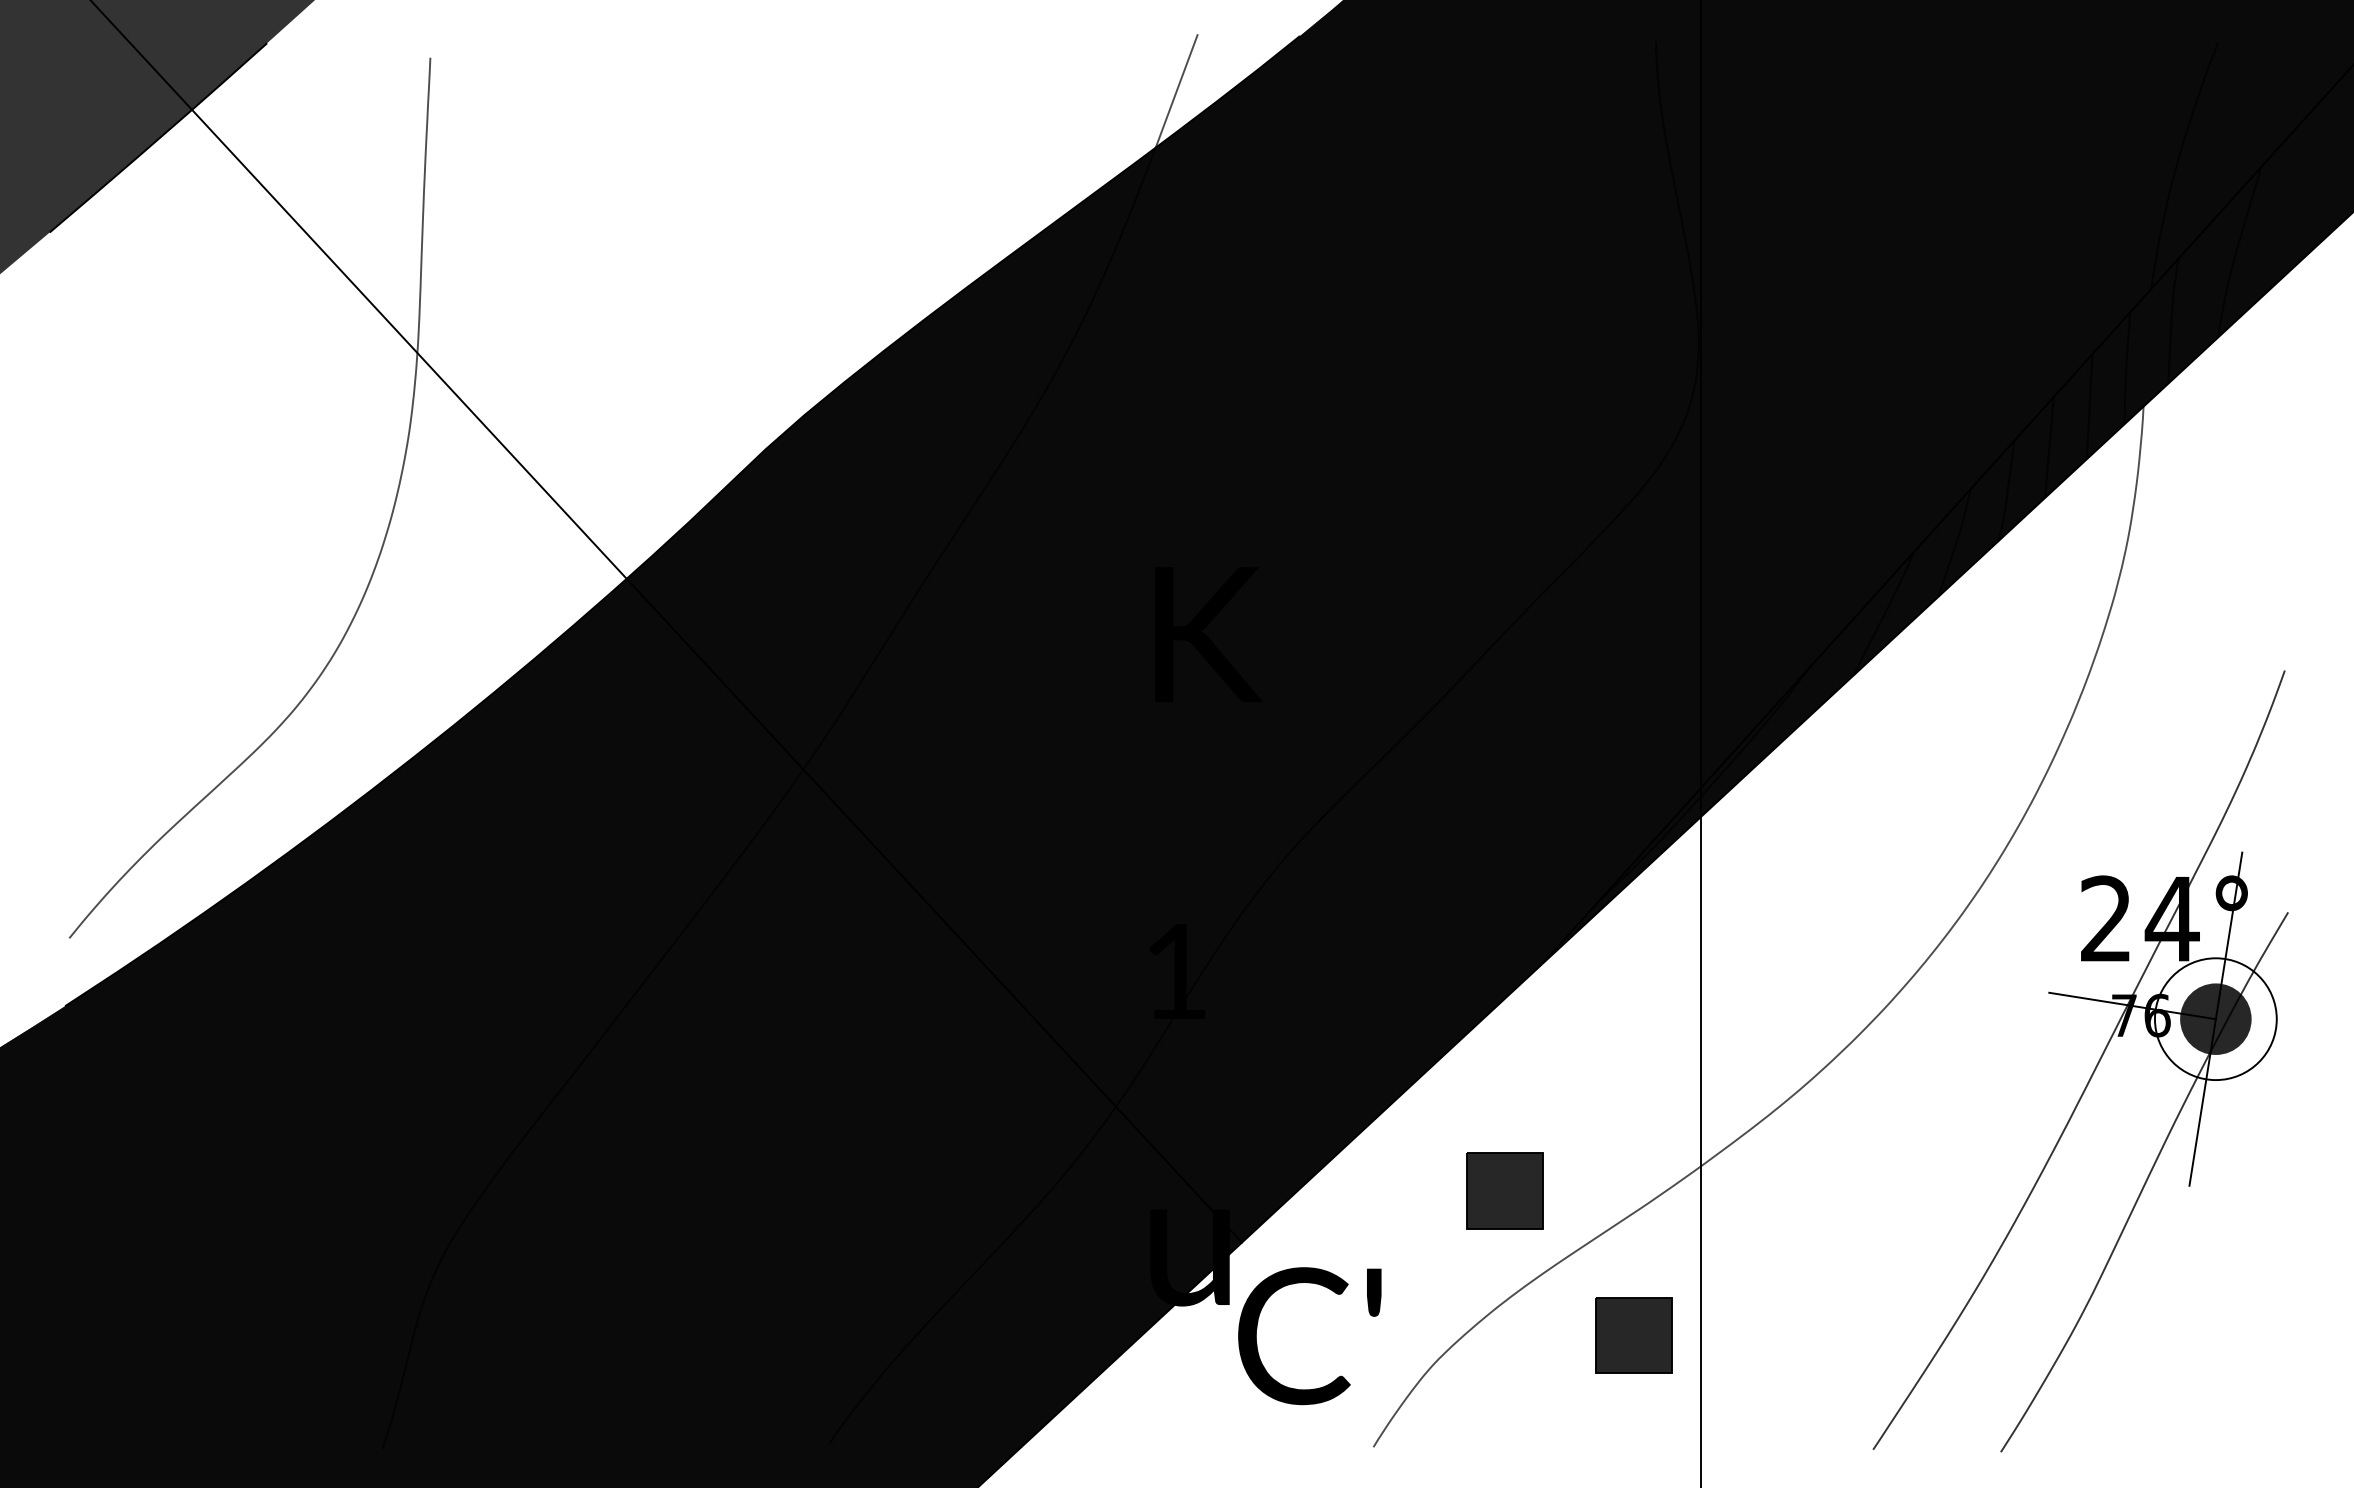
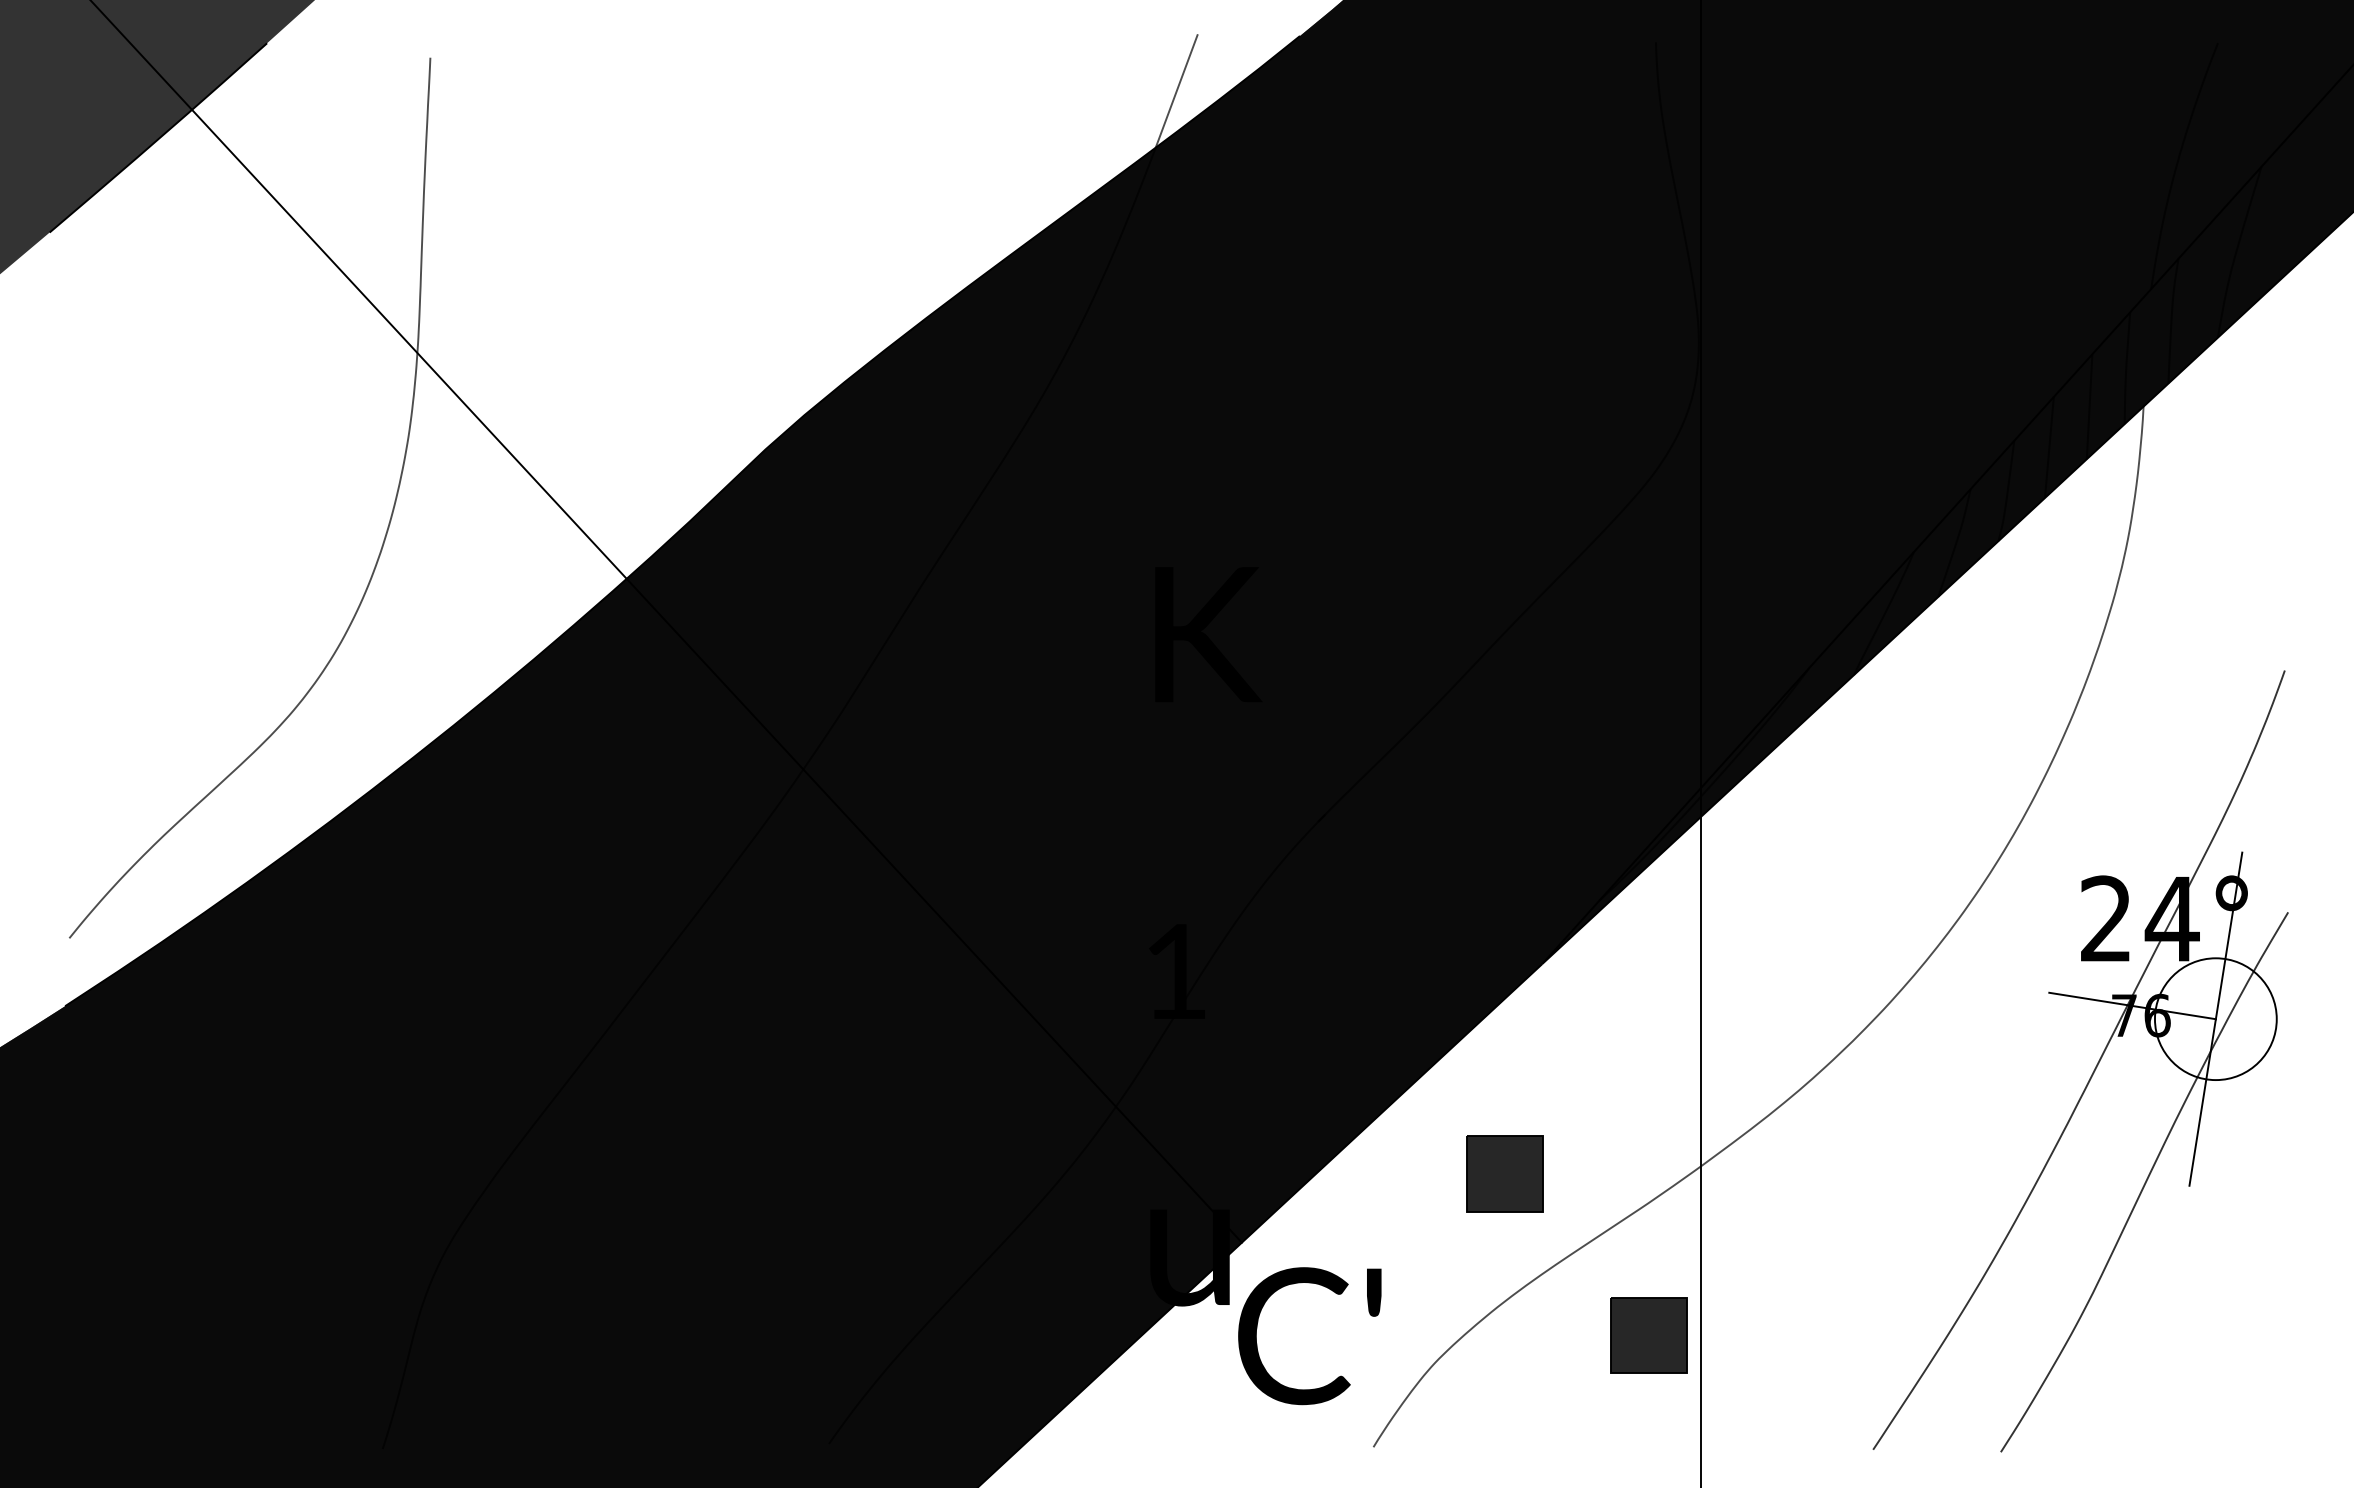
fill at (2215, 1018): present -> none
part at (1504, 1190) position: (1504, 1190) -> (1504, 1173)
part at (1633, 1335) position: (1633, 1335) -> (1648, 1335)
